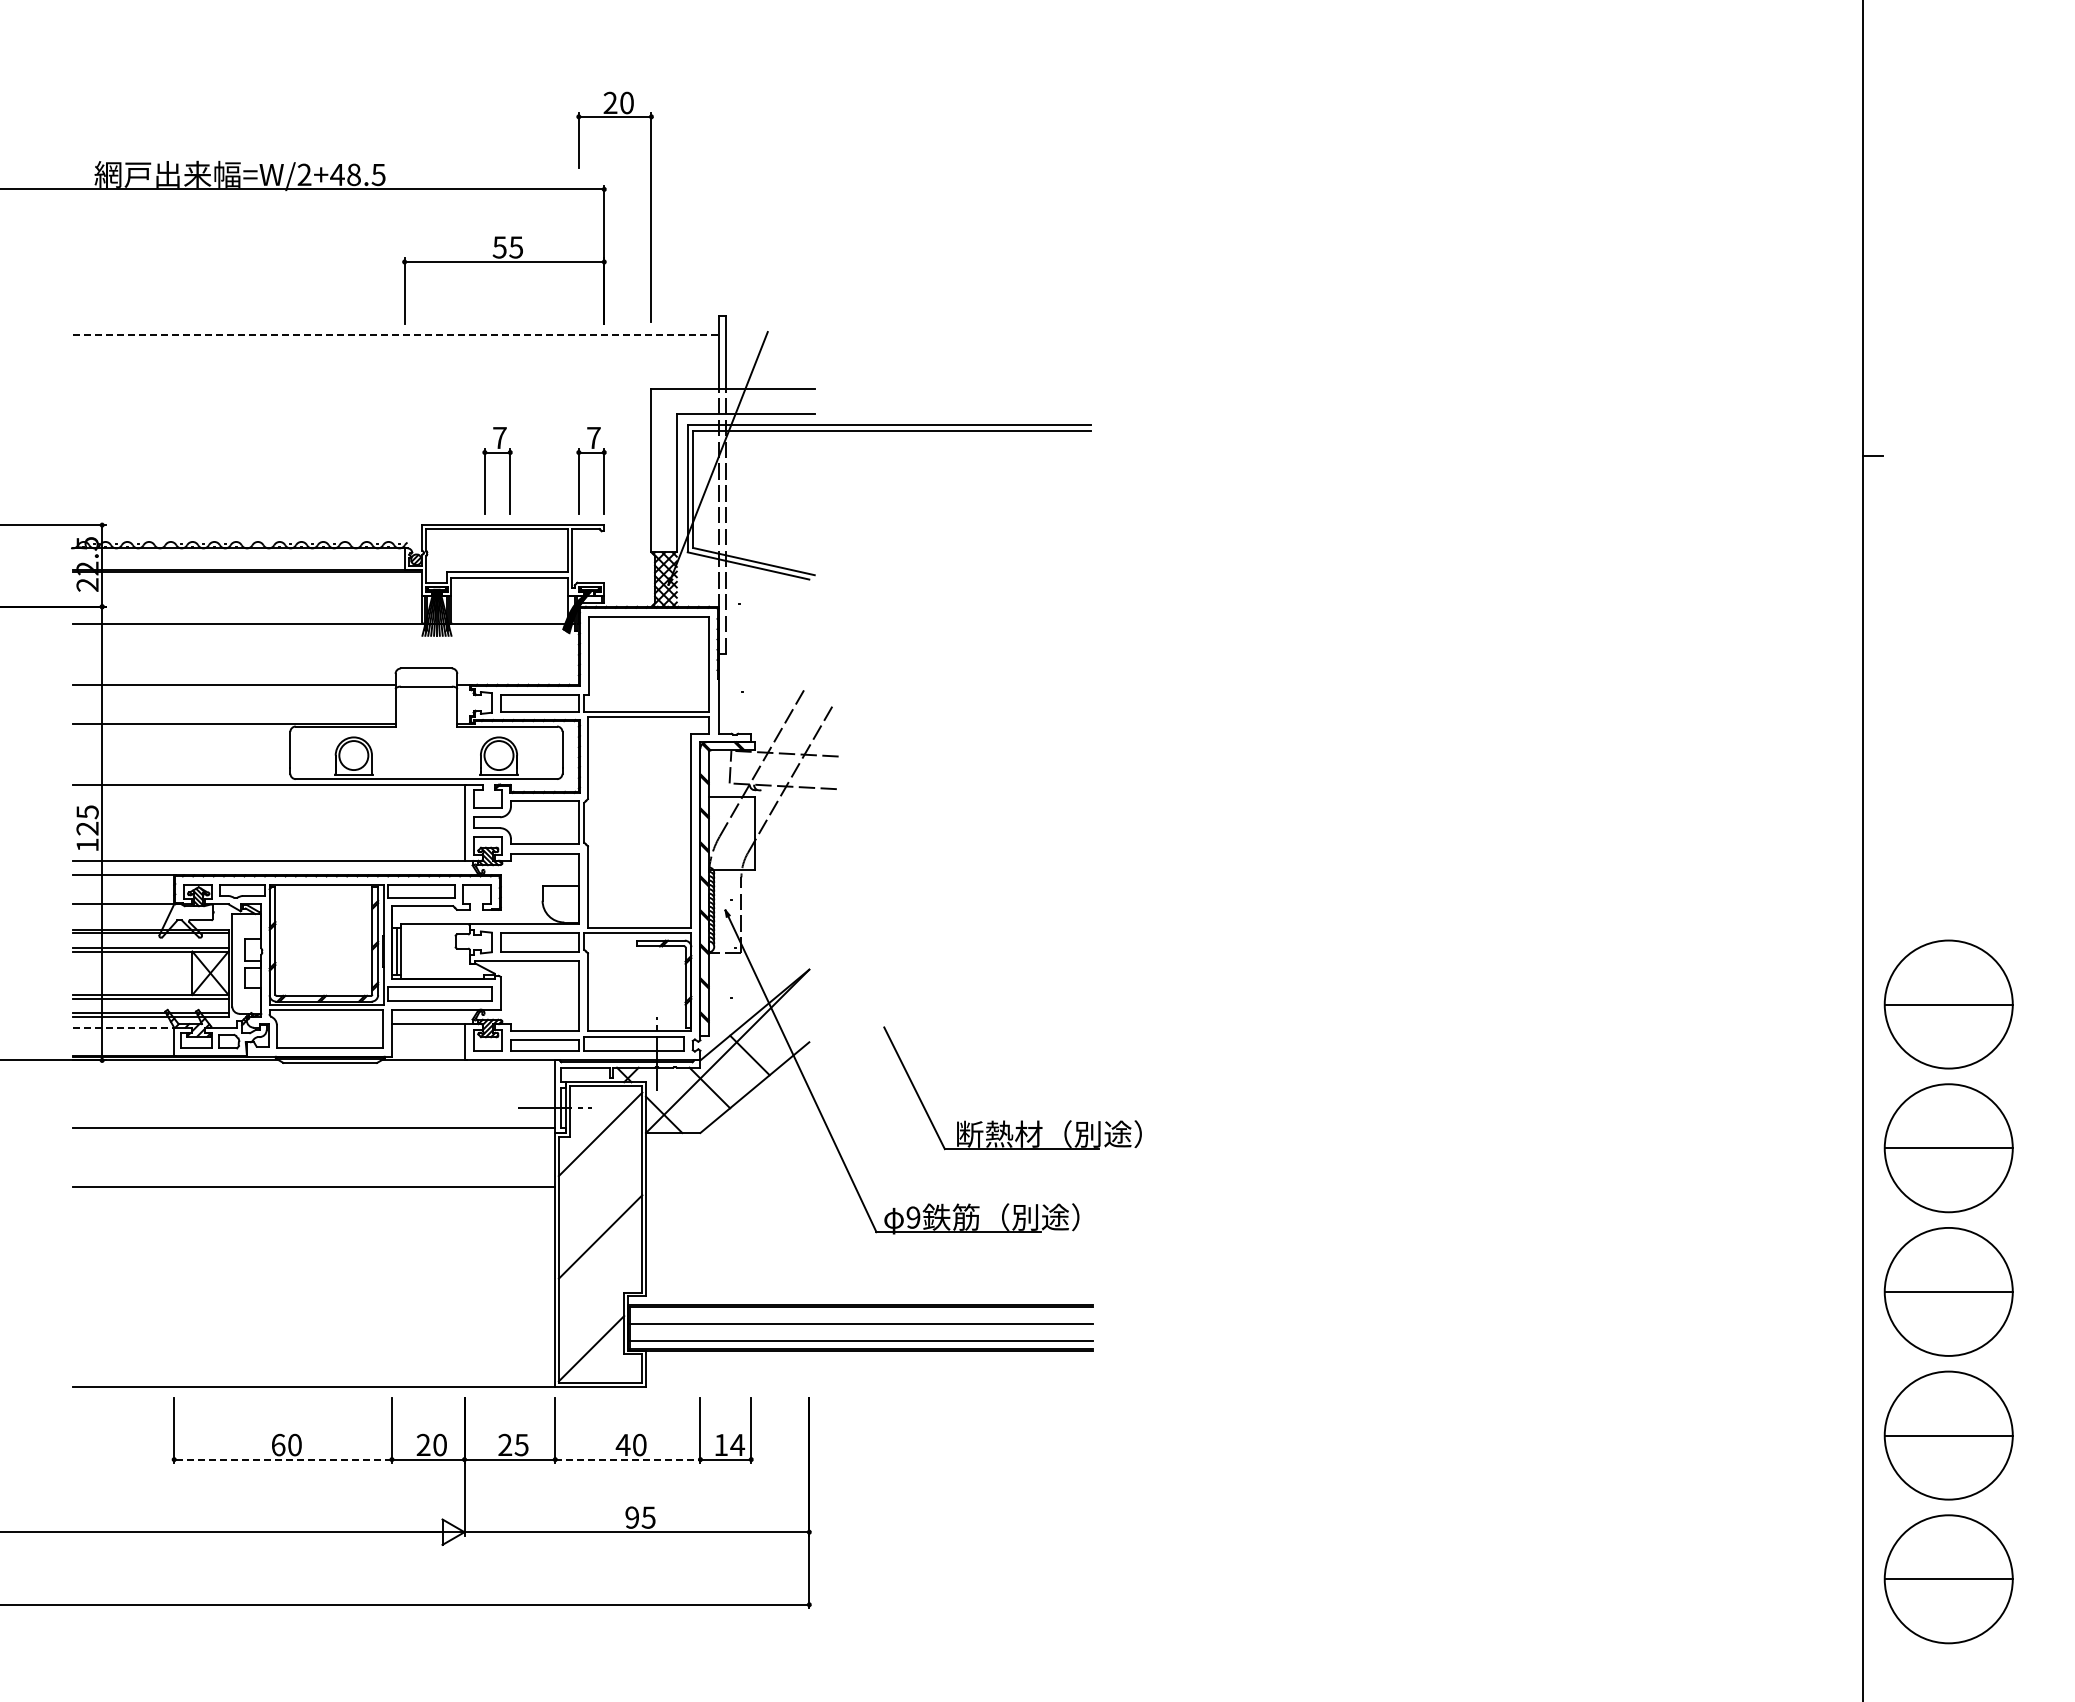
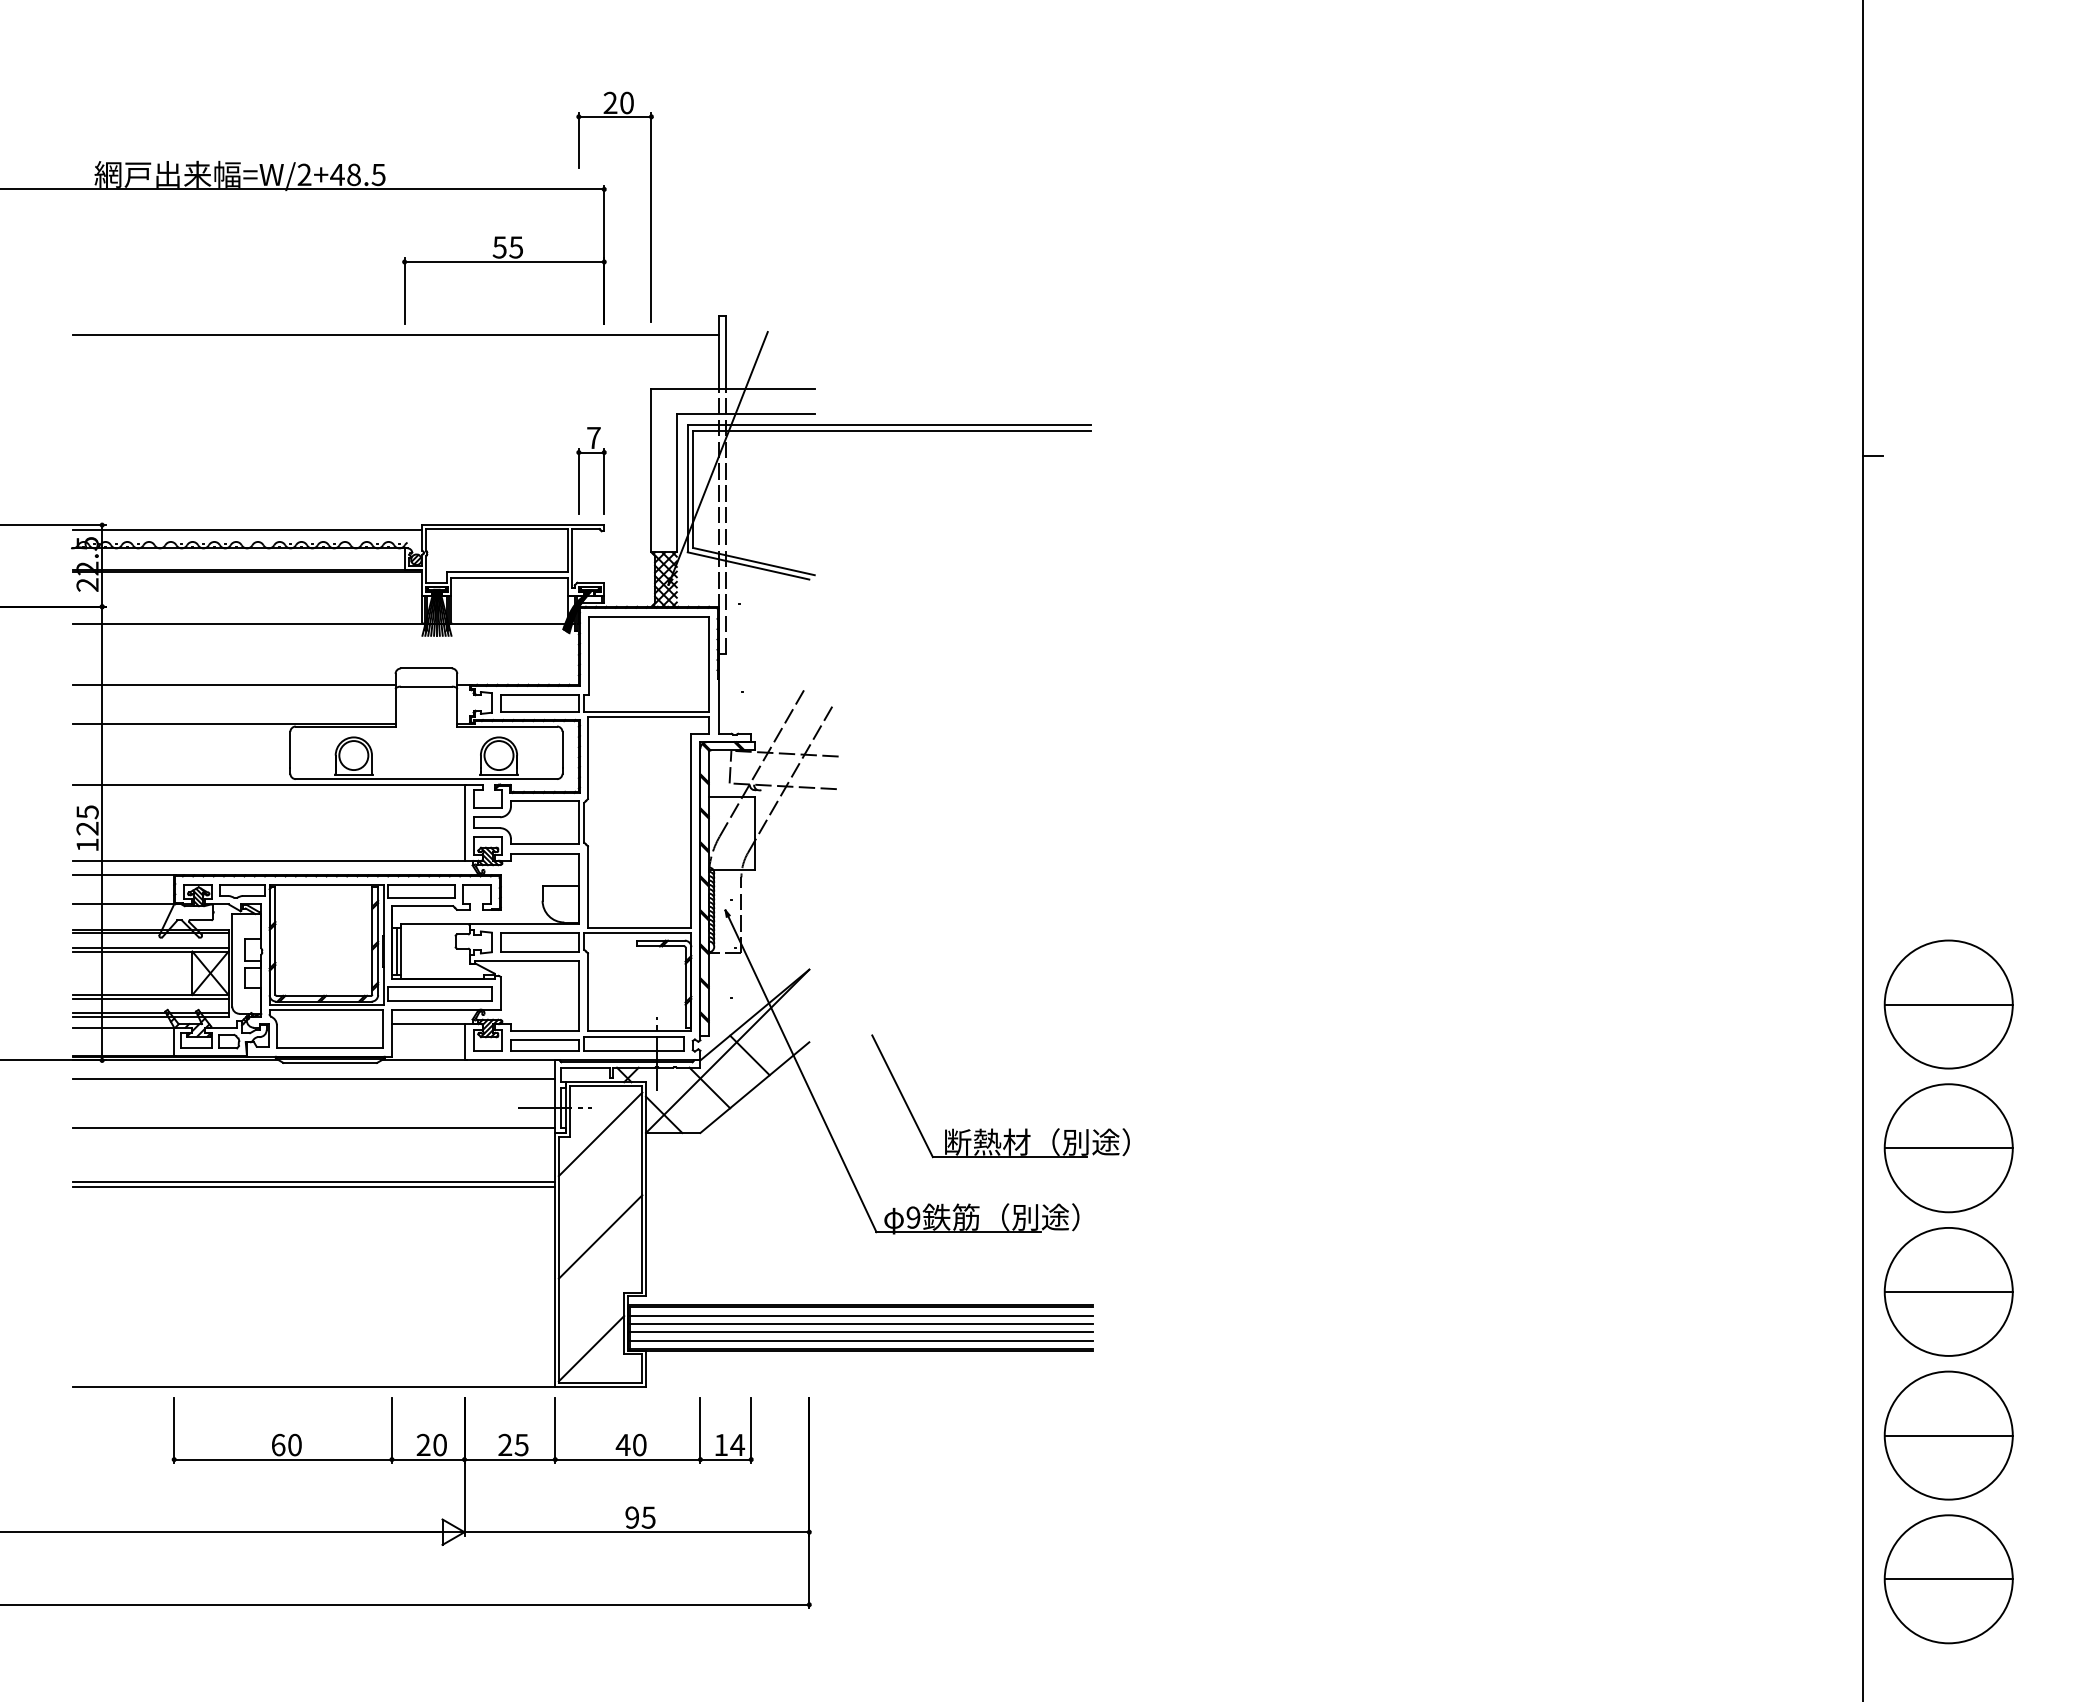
line at (396, 334): dashed -> solid
part at (485, 470): present -> none
line at (247, 529): none -> present
line at (124, 1027): dashed -> solid
line at (313, 1078): none -> present
part at (1004, 1120) position: (1004, 1120) -> (992, 1128)
line at (313, 1181): none -> present
line at (860, 1315): none -> present
line at (860, 1332): none -> present
line at (283, 1459): dashed -> solid
line at (627, 1459): dashed -> solid
